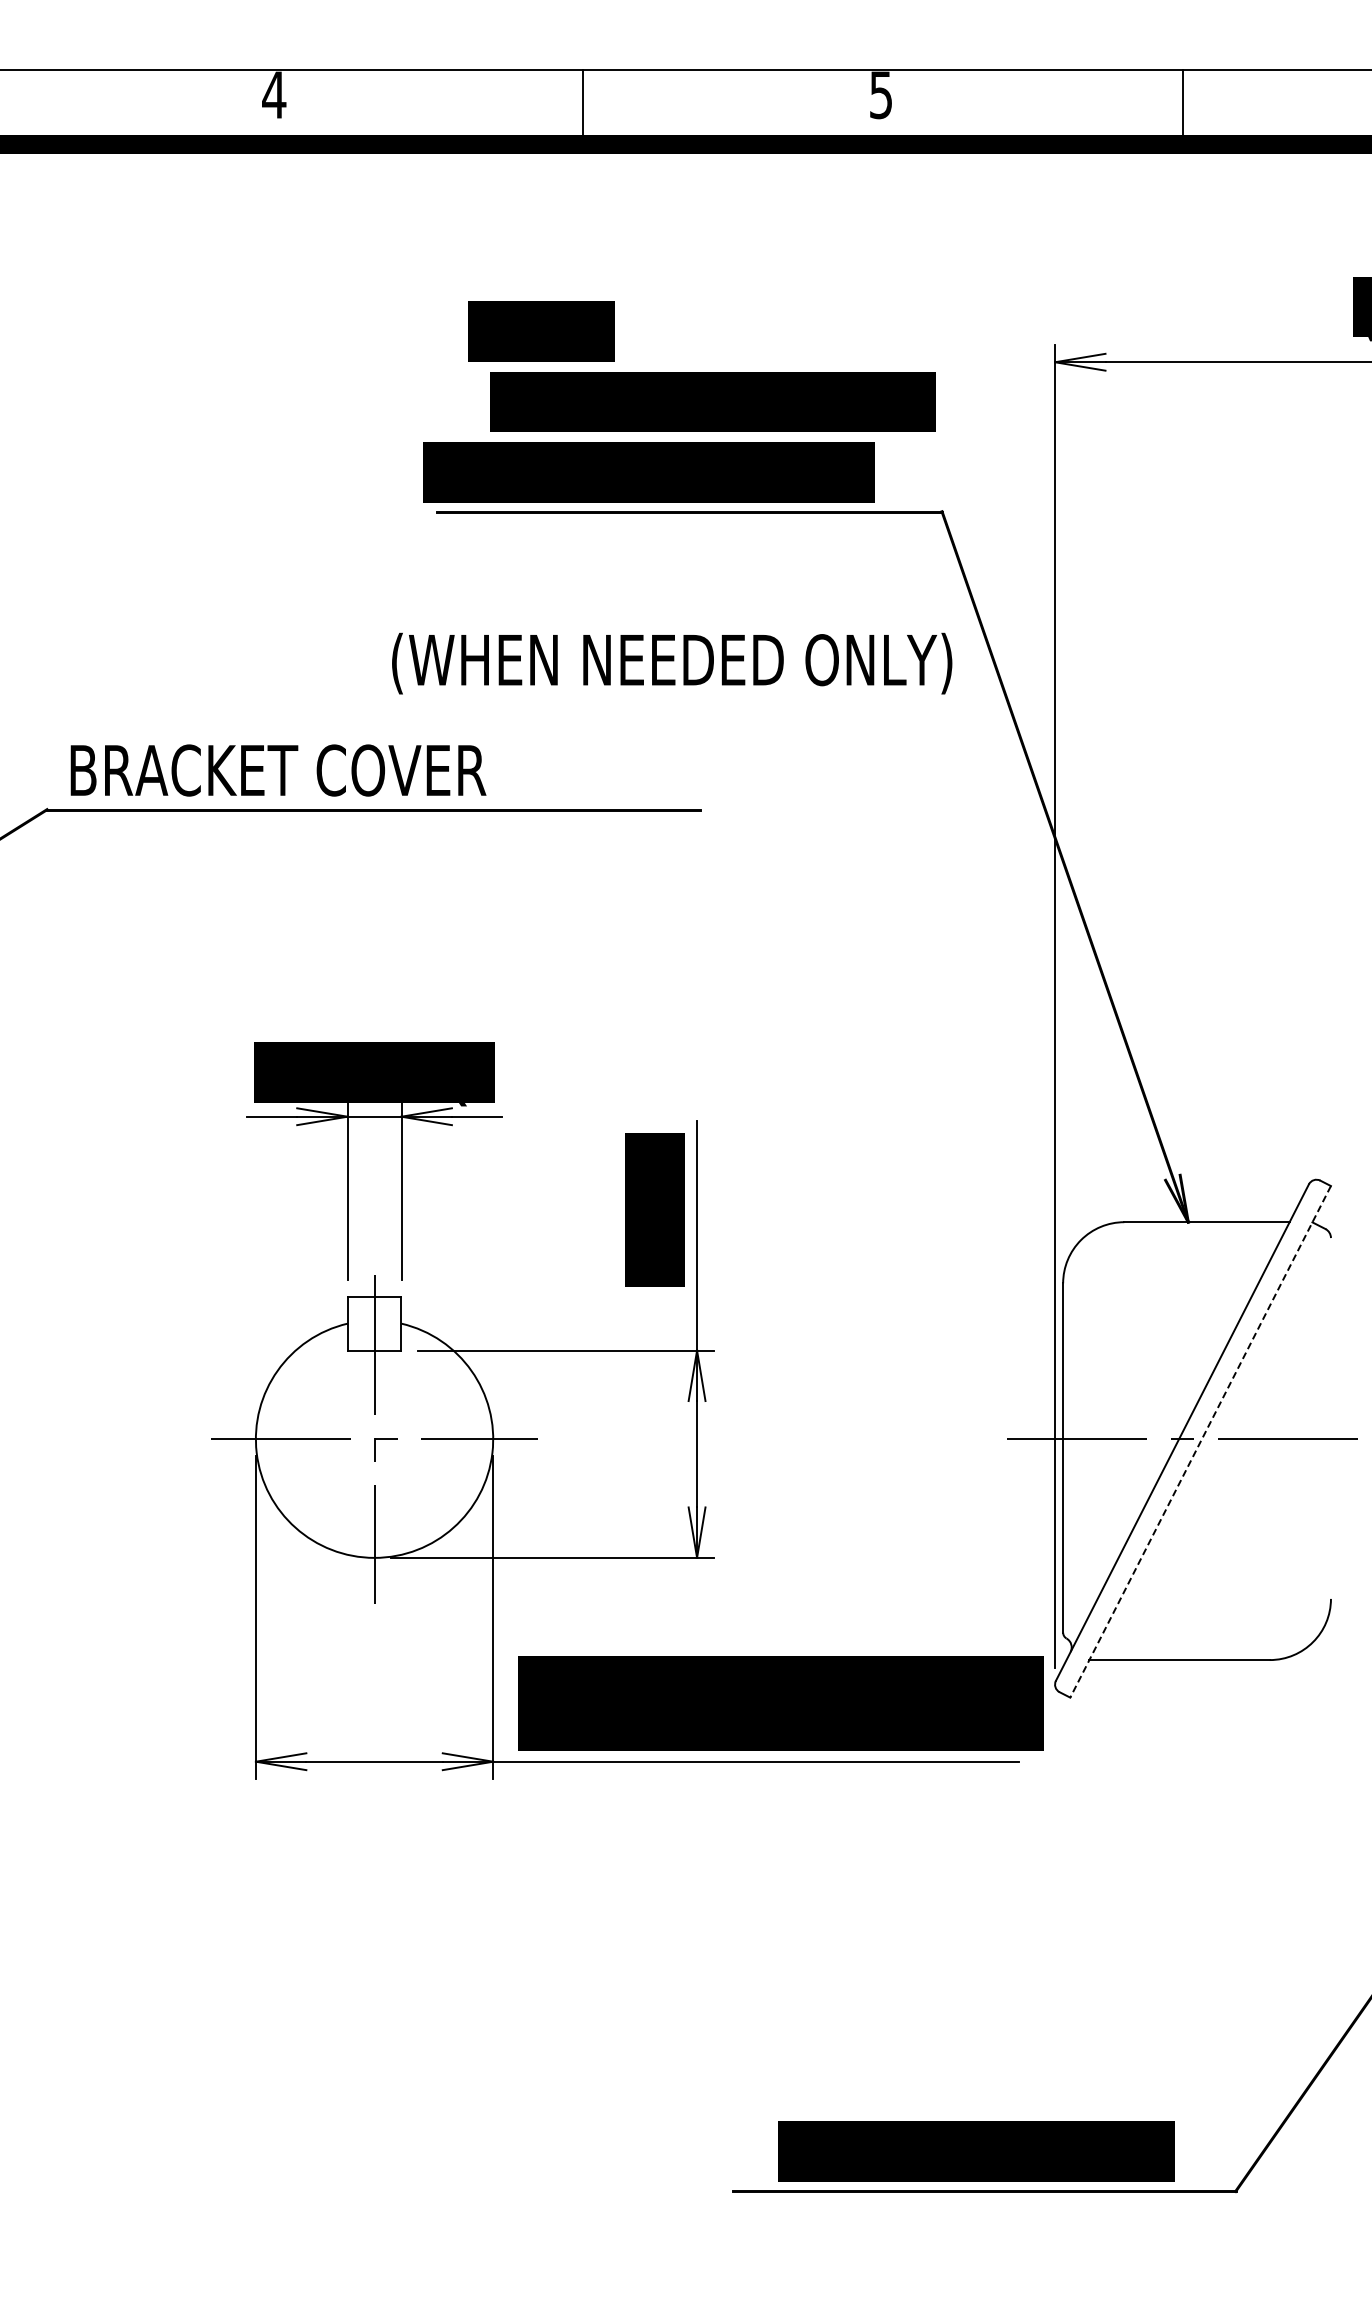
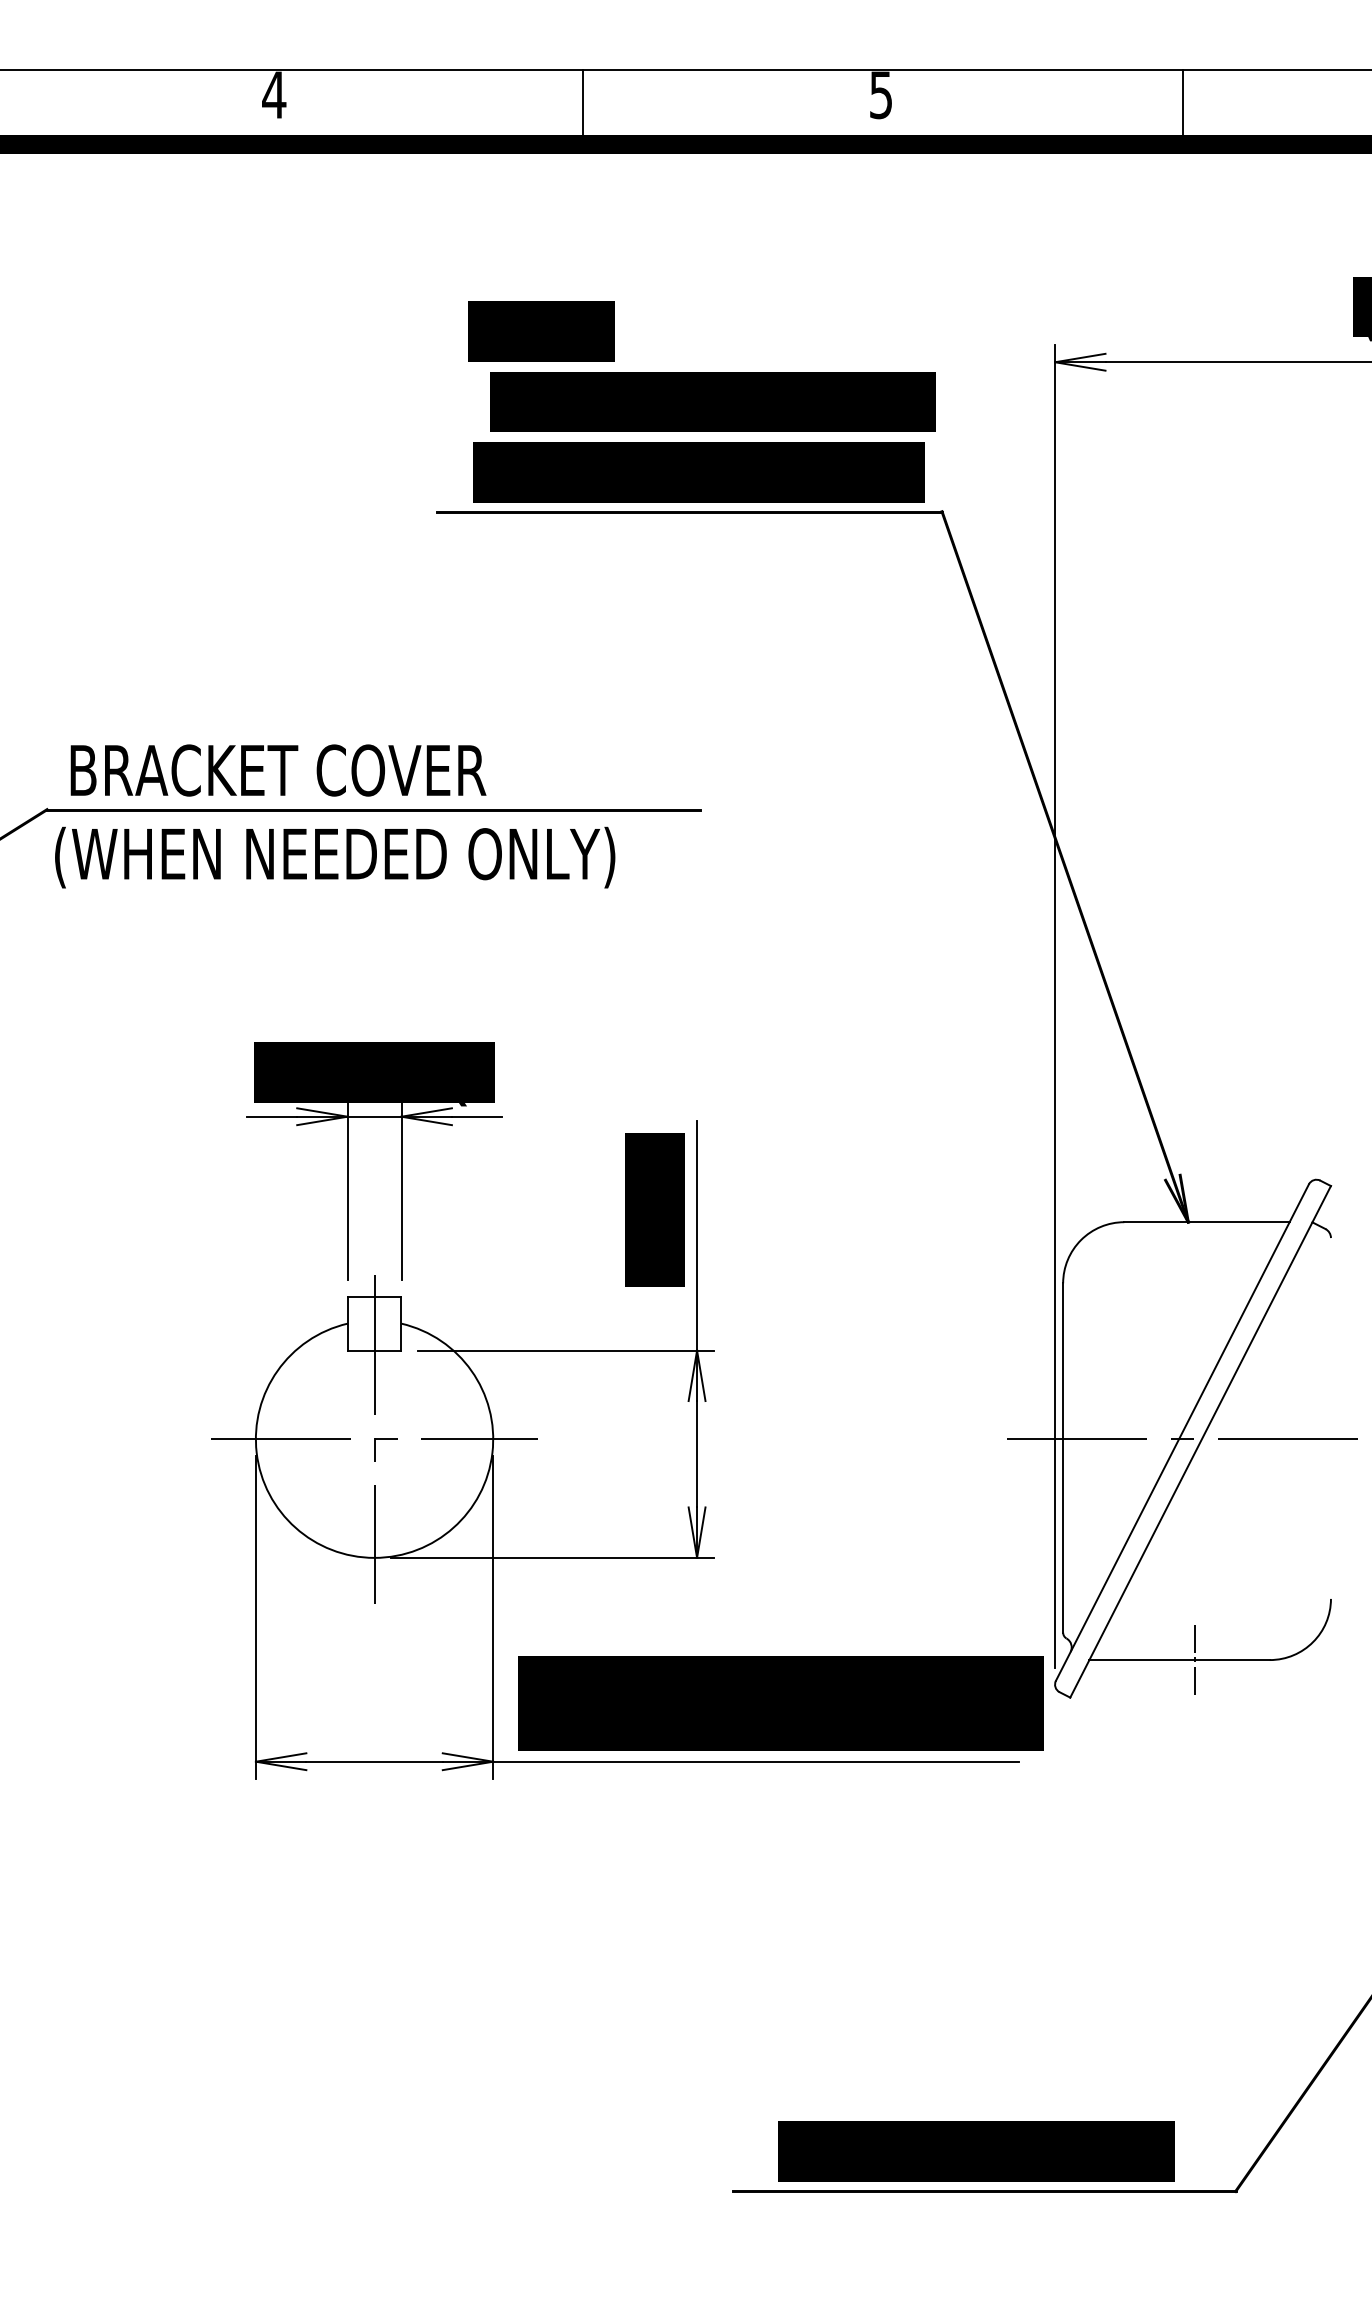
text at (648, 472) position: (648, 472) -> (698, 472)
text at (672, 663) position: (672, 663) -> (335, 857)
line at (1200, 1442): dashed -> solid
line at (1194, 1659): none -> present
